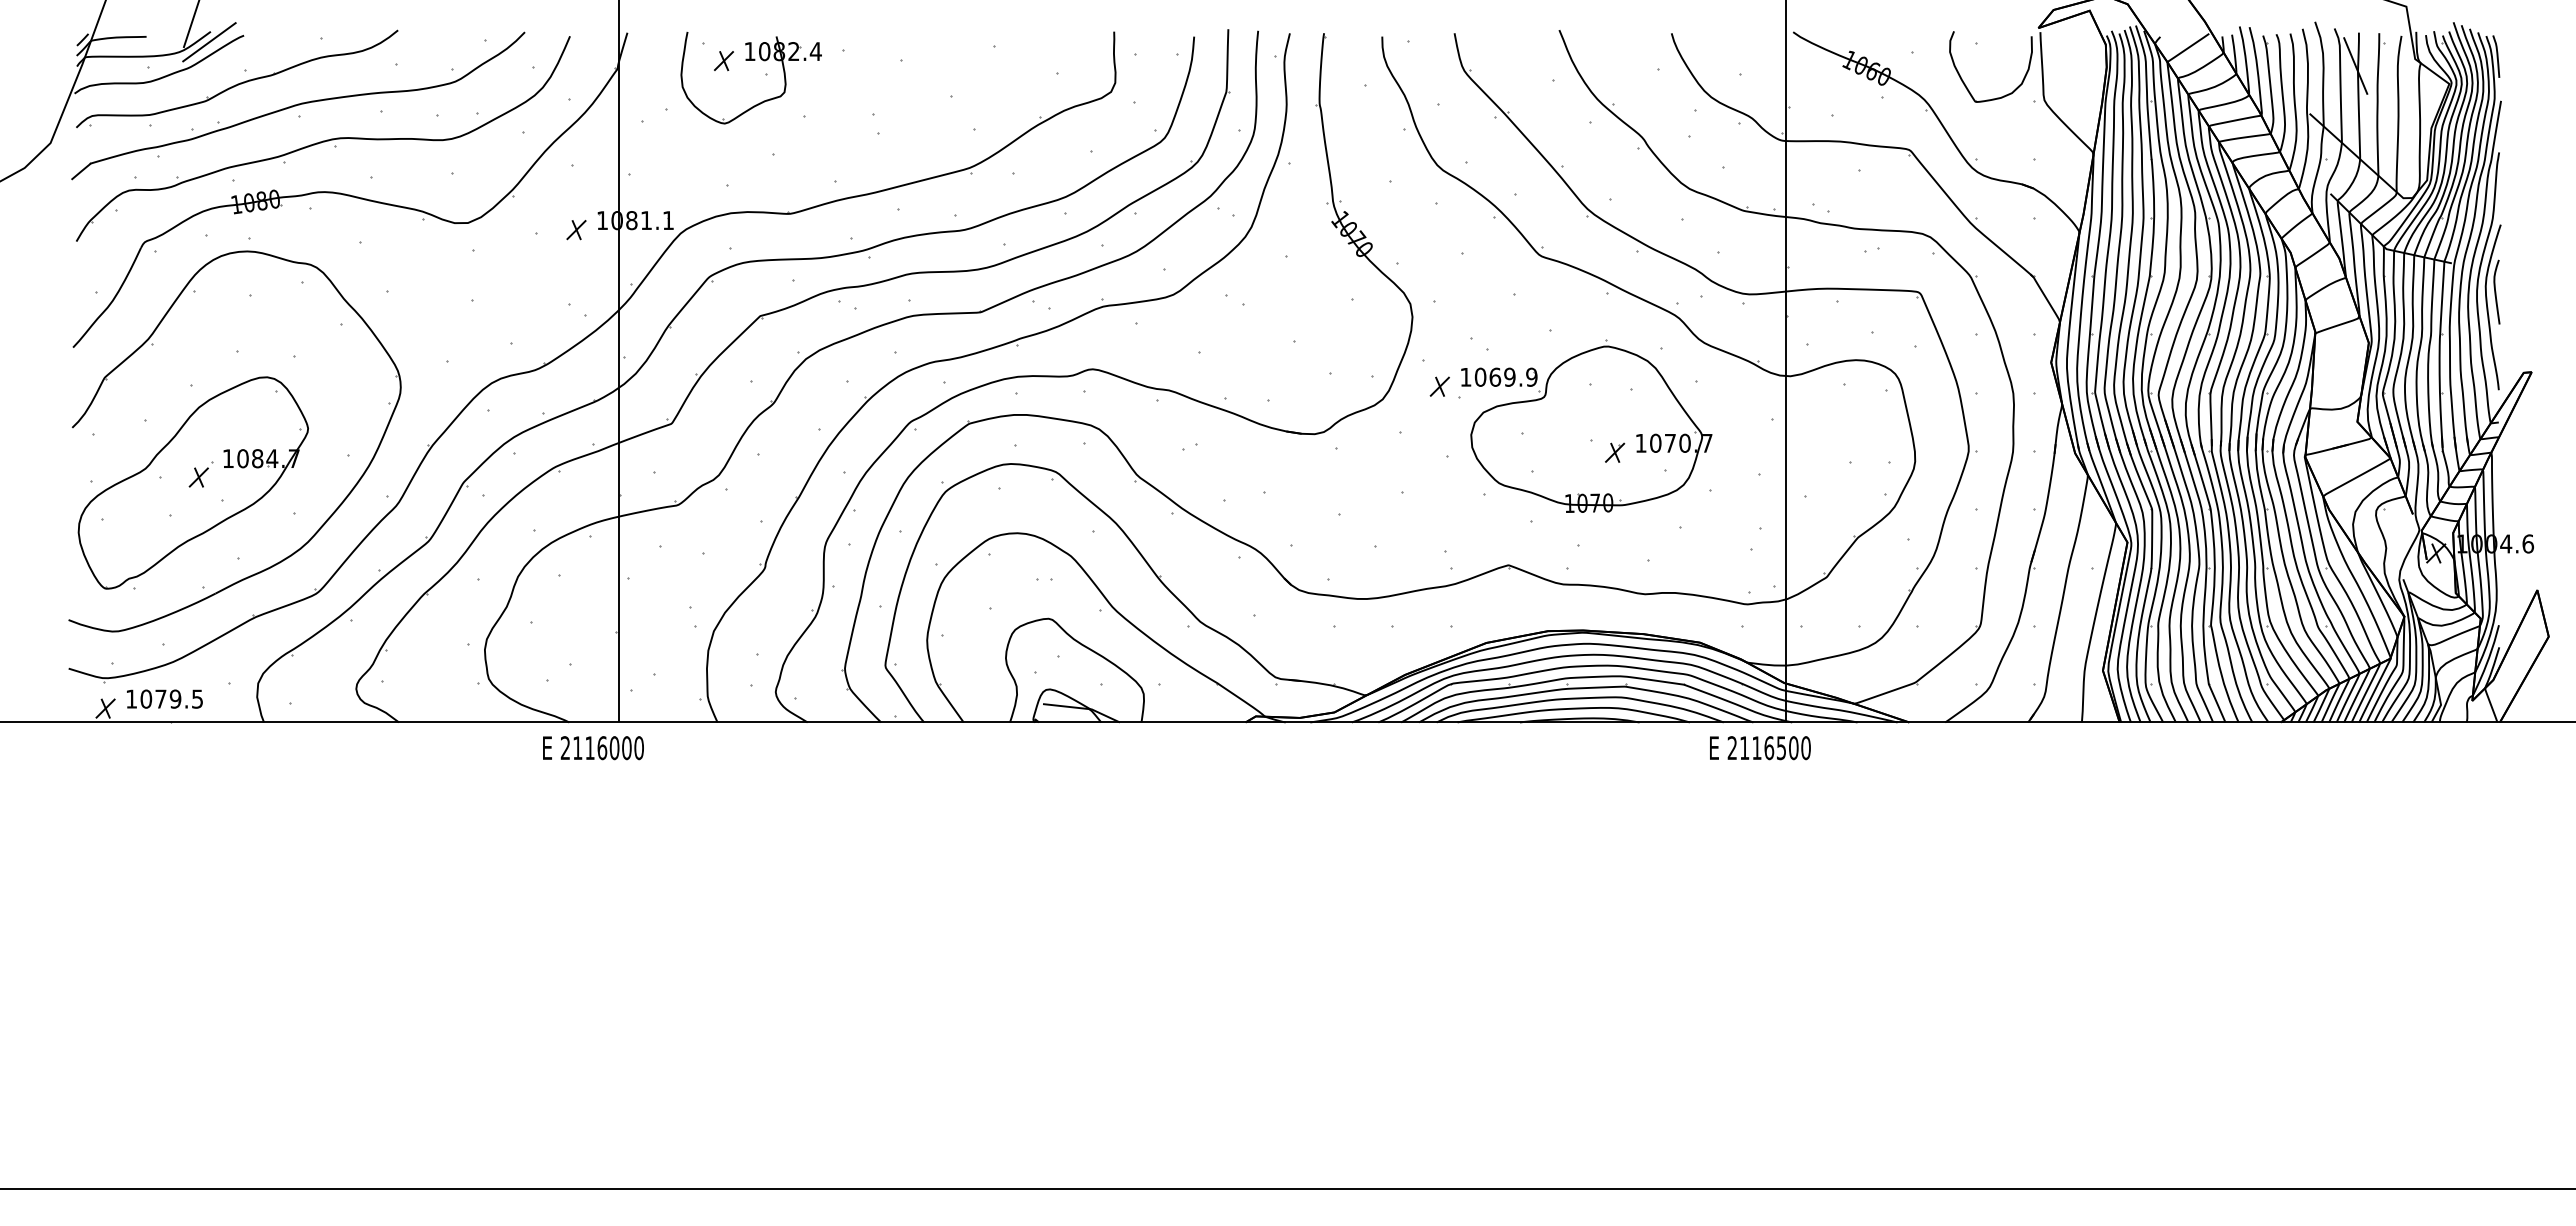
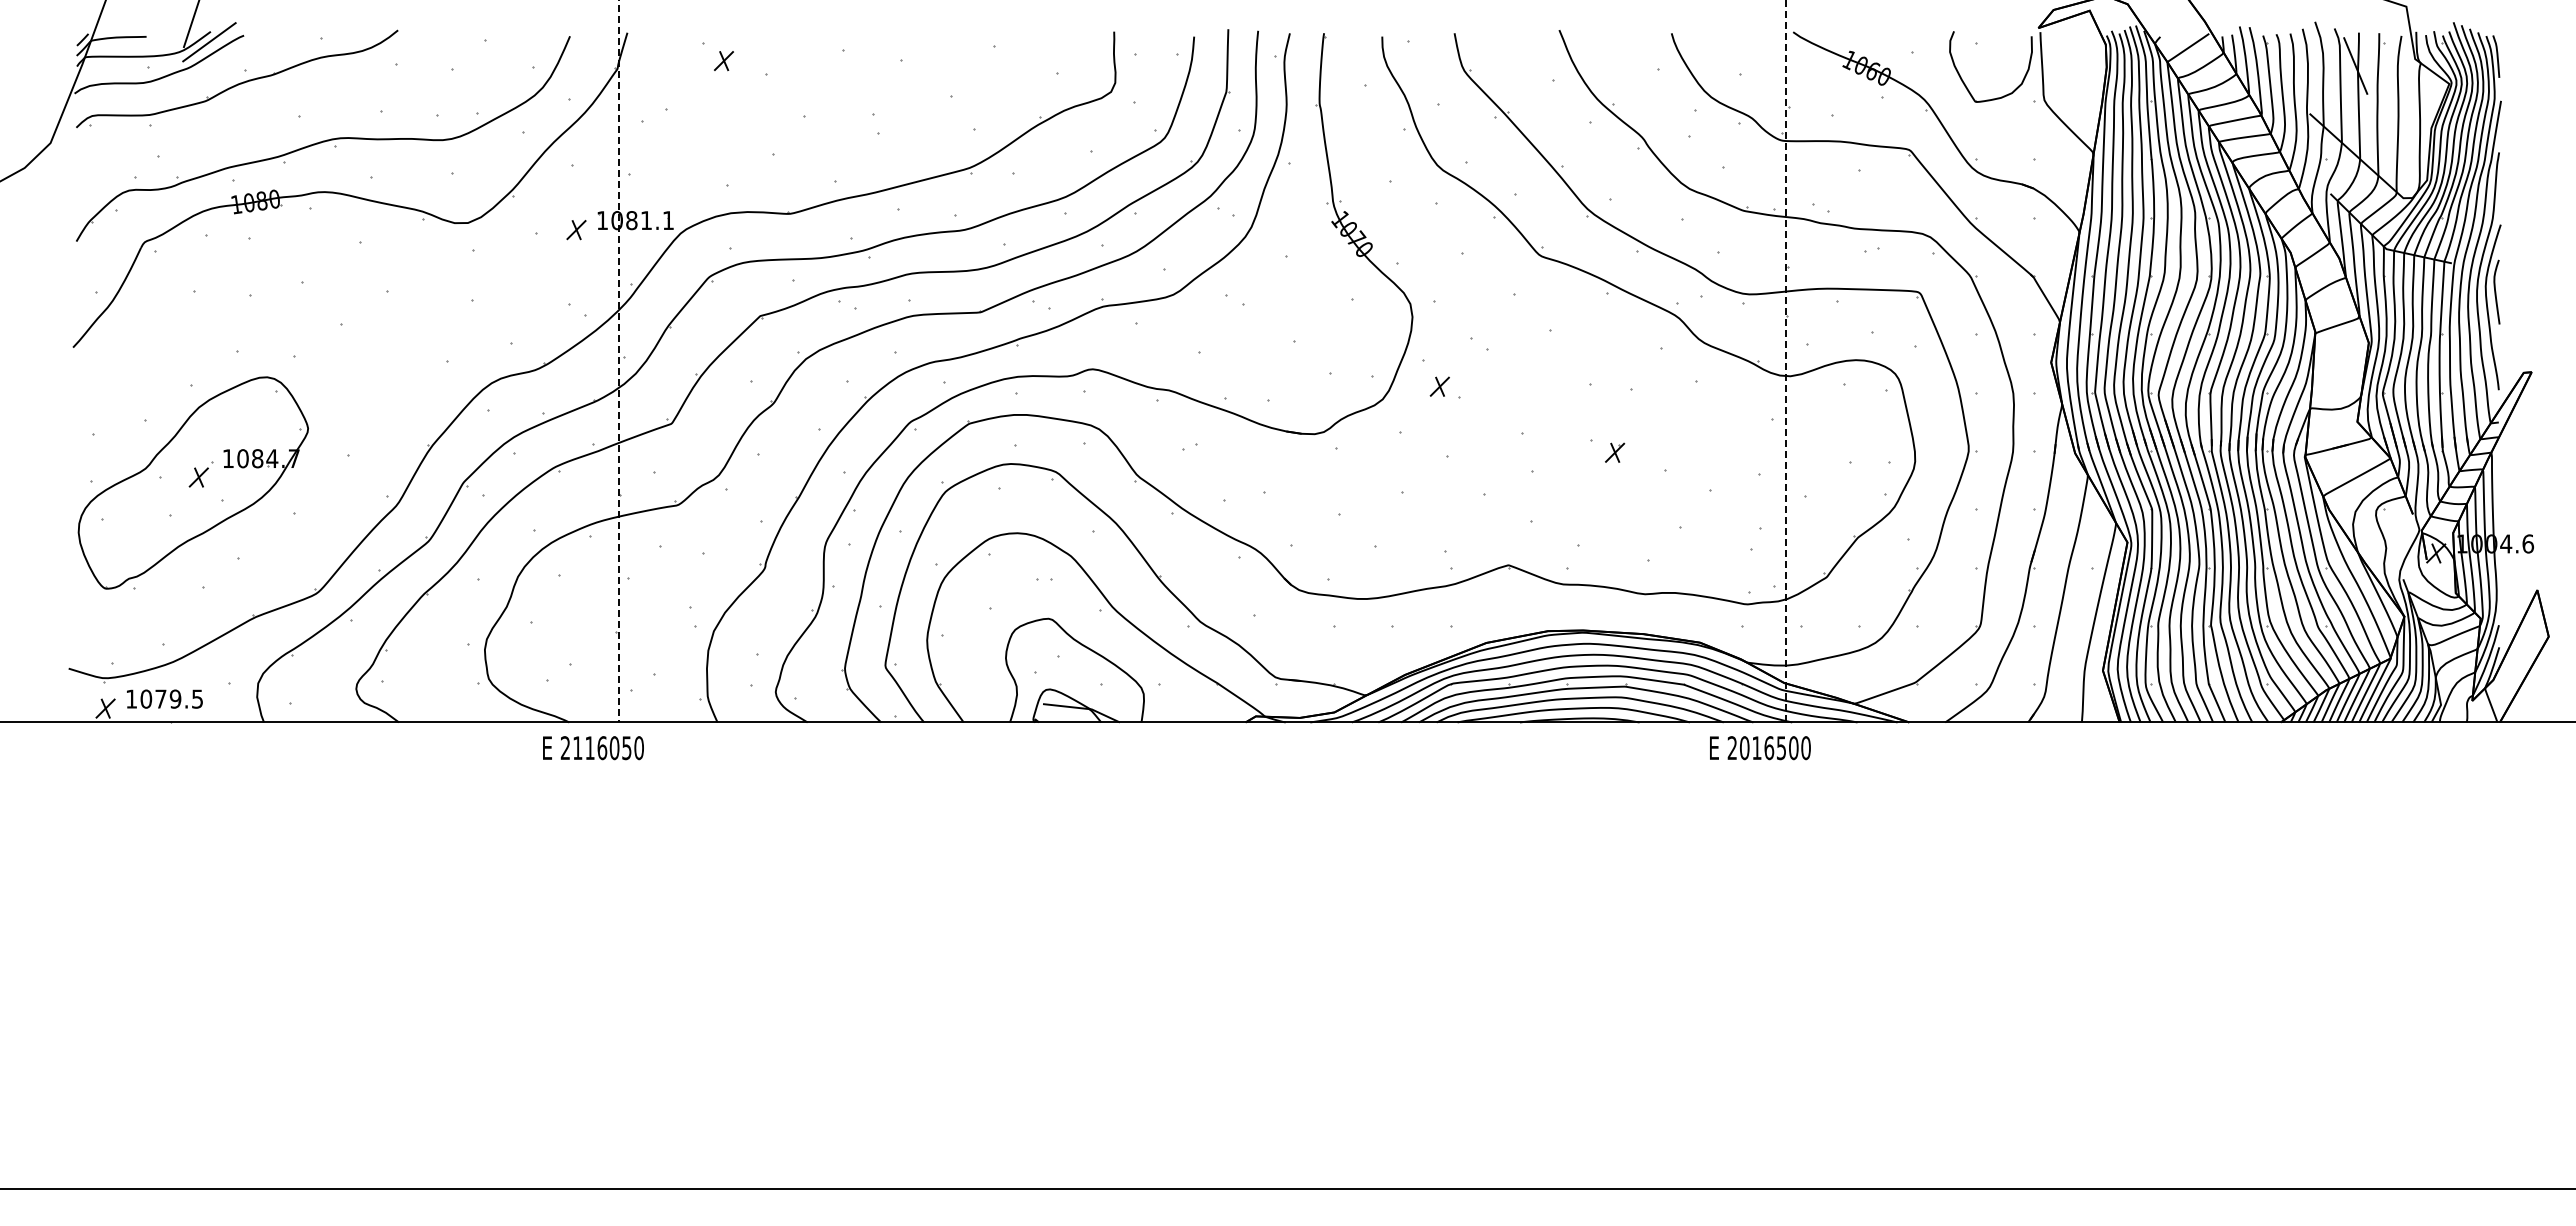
part at (750, 60): present -> none
part at (298, 105): present -> none
line at (619, 361): solid -> dashed
line at (1785, 361): solid -> dashed
part at (1586, 425): present -> none
part at (326, 519): present -> none
text at (626, 748): 2116000 -> 2116050
text at (1744, 748): 2116500 -> 2016500
